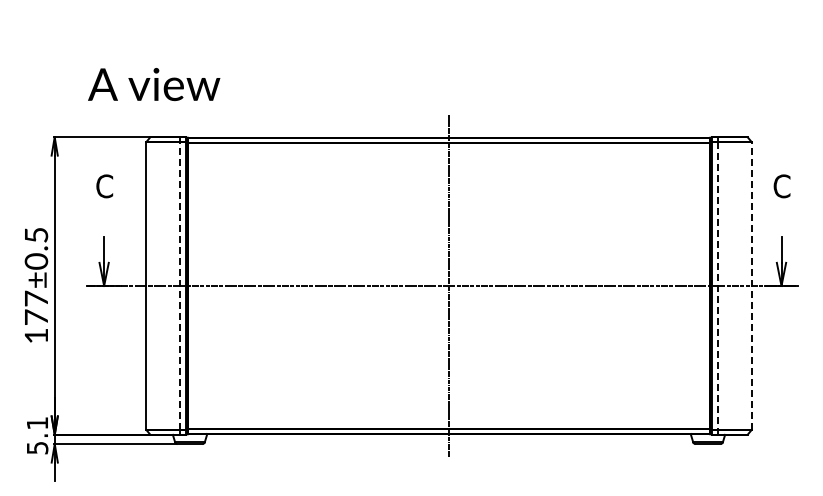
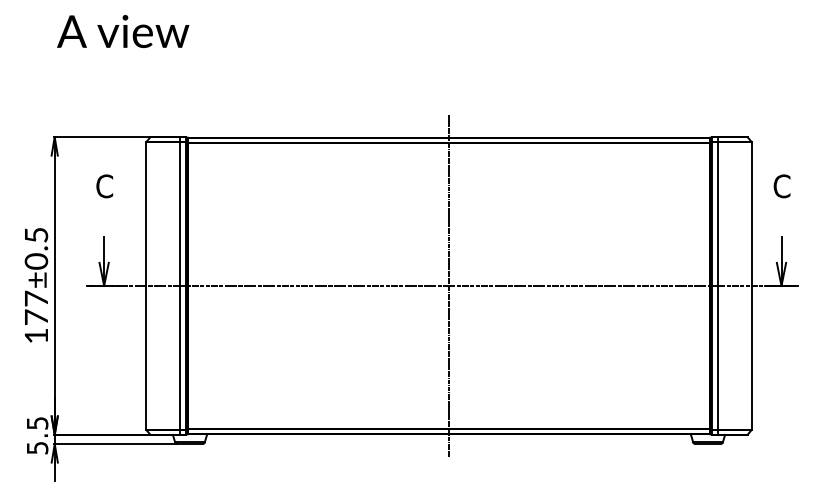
text at (154, 84) position: (154, 84) -> (123, 31)
line at (179, 286): dashed -> solid
line at (718, 286): dashed -> solid
line at (751, 286): dashed -> solid
text at (37, 423): 5.1 -> 5.5
